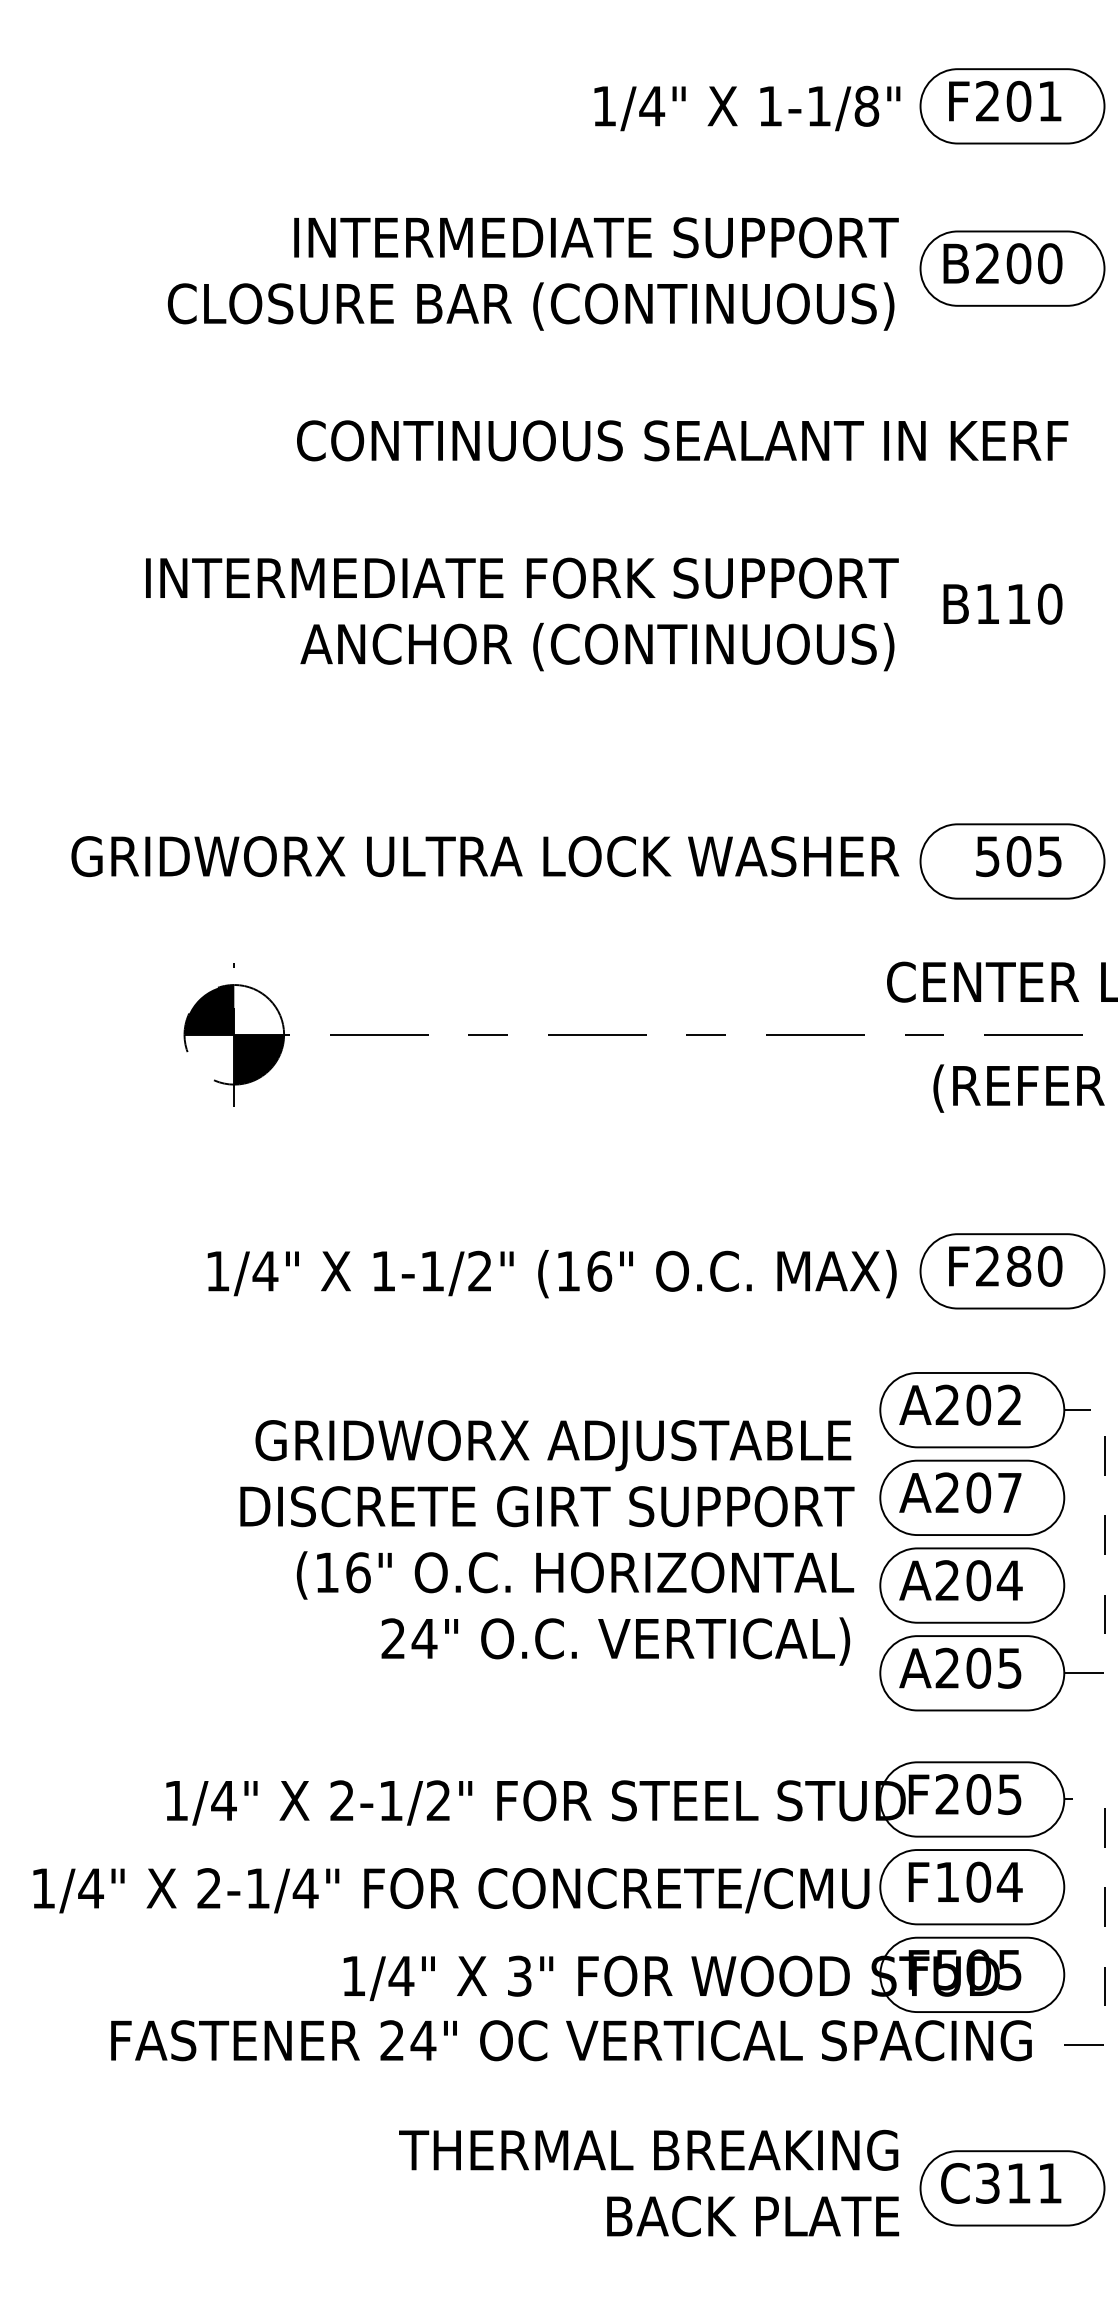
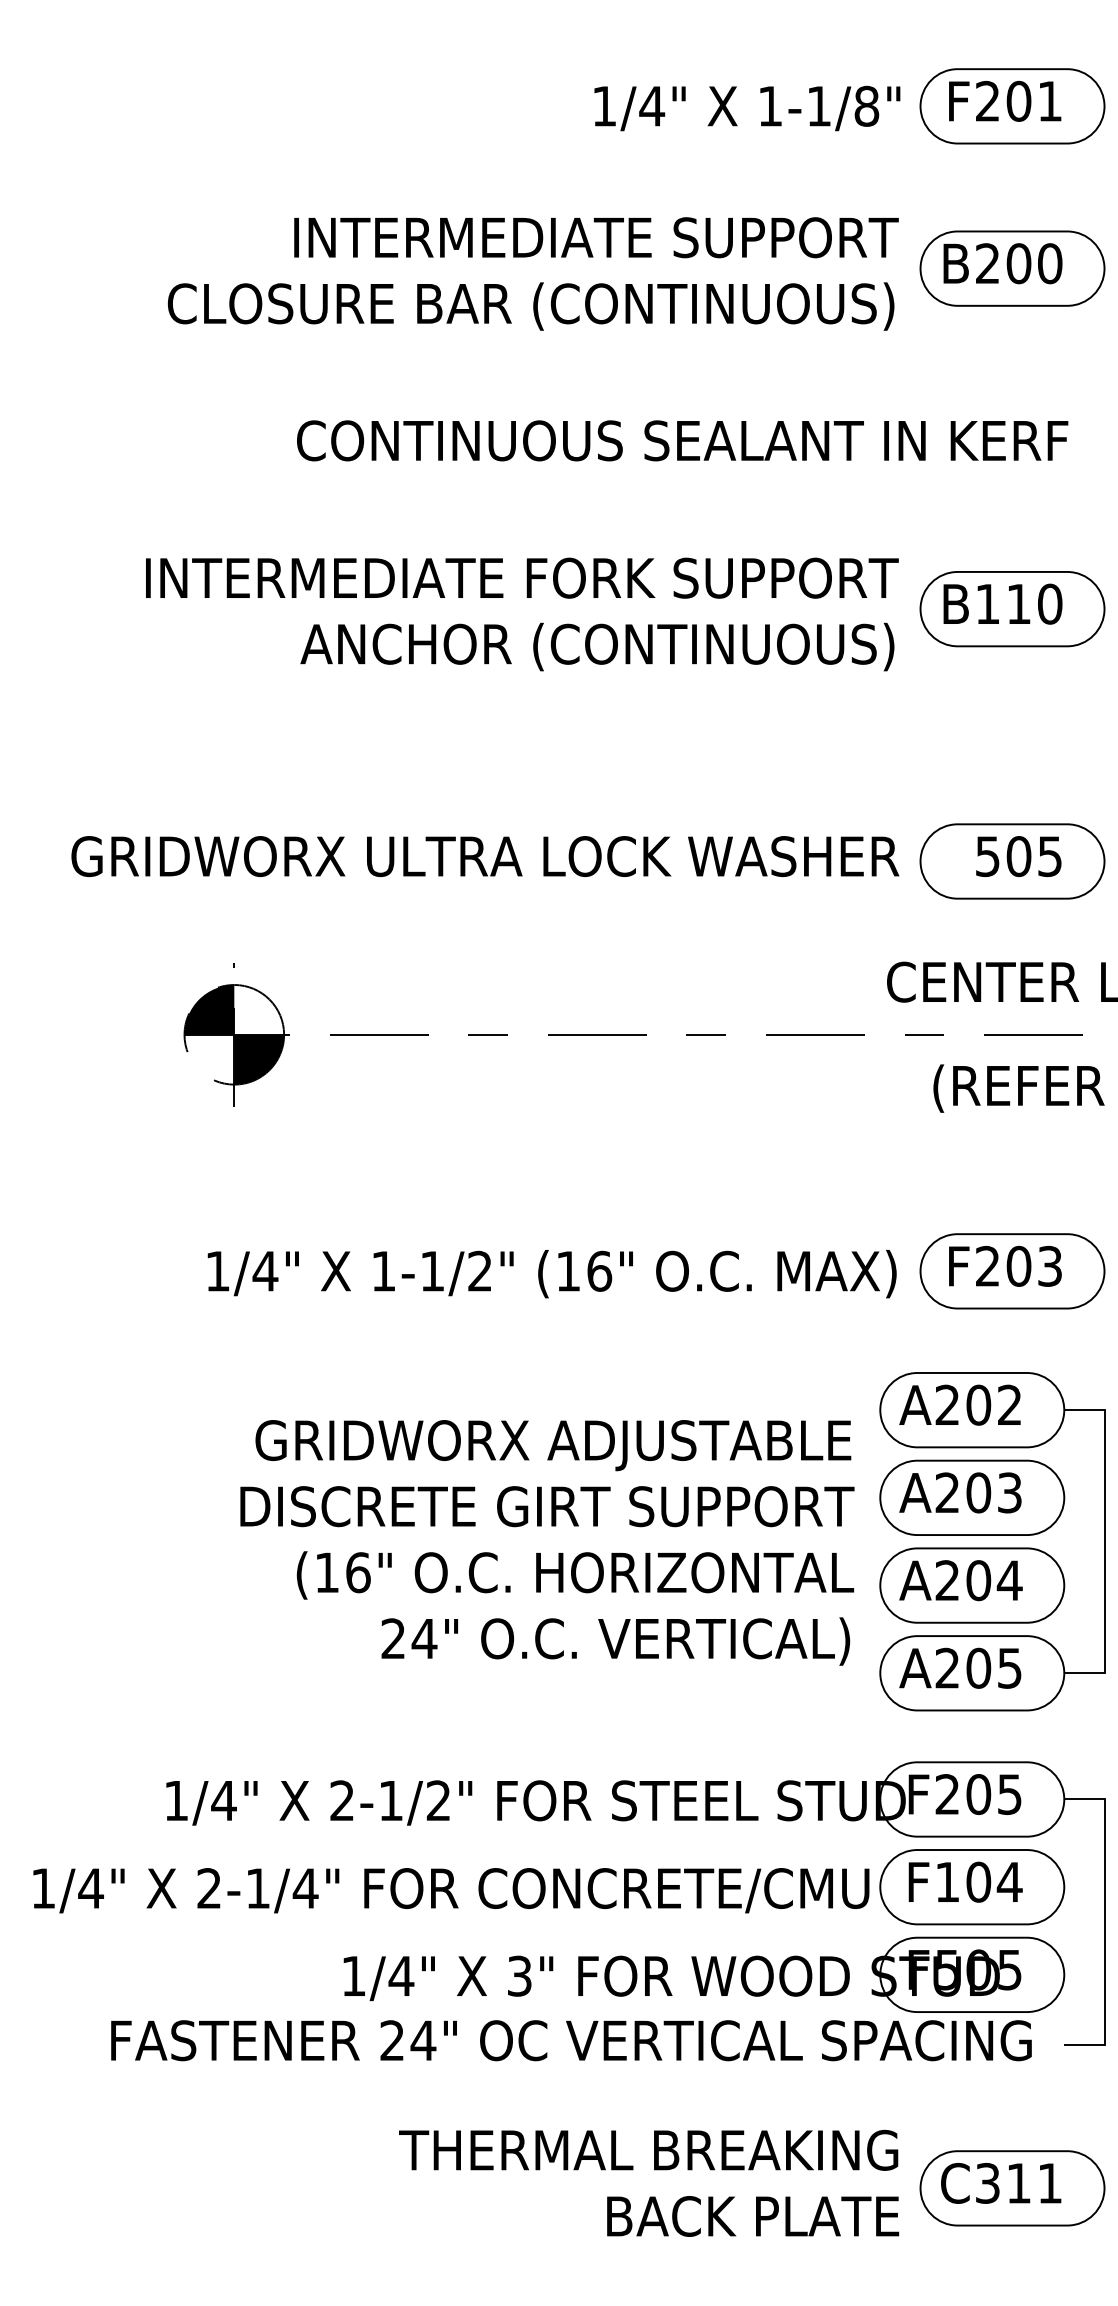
part at (1012, 609): none -> present
text at (1034, 1266): F280 -> F203
text at (1009, 1492): A207 -> A203
line at (1104, 1541): dashed -> solid
line at (1104, 1922): dashed -> solid
